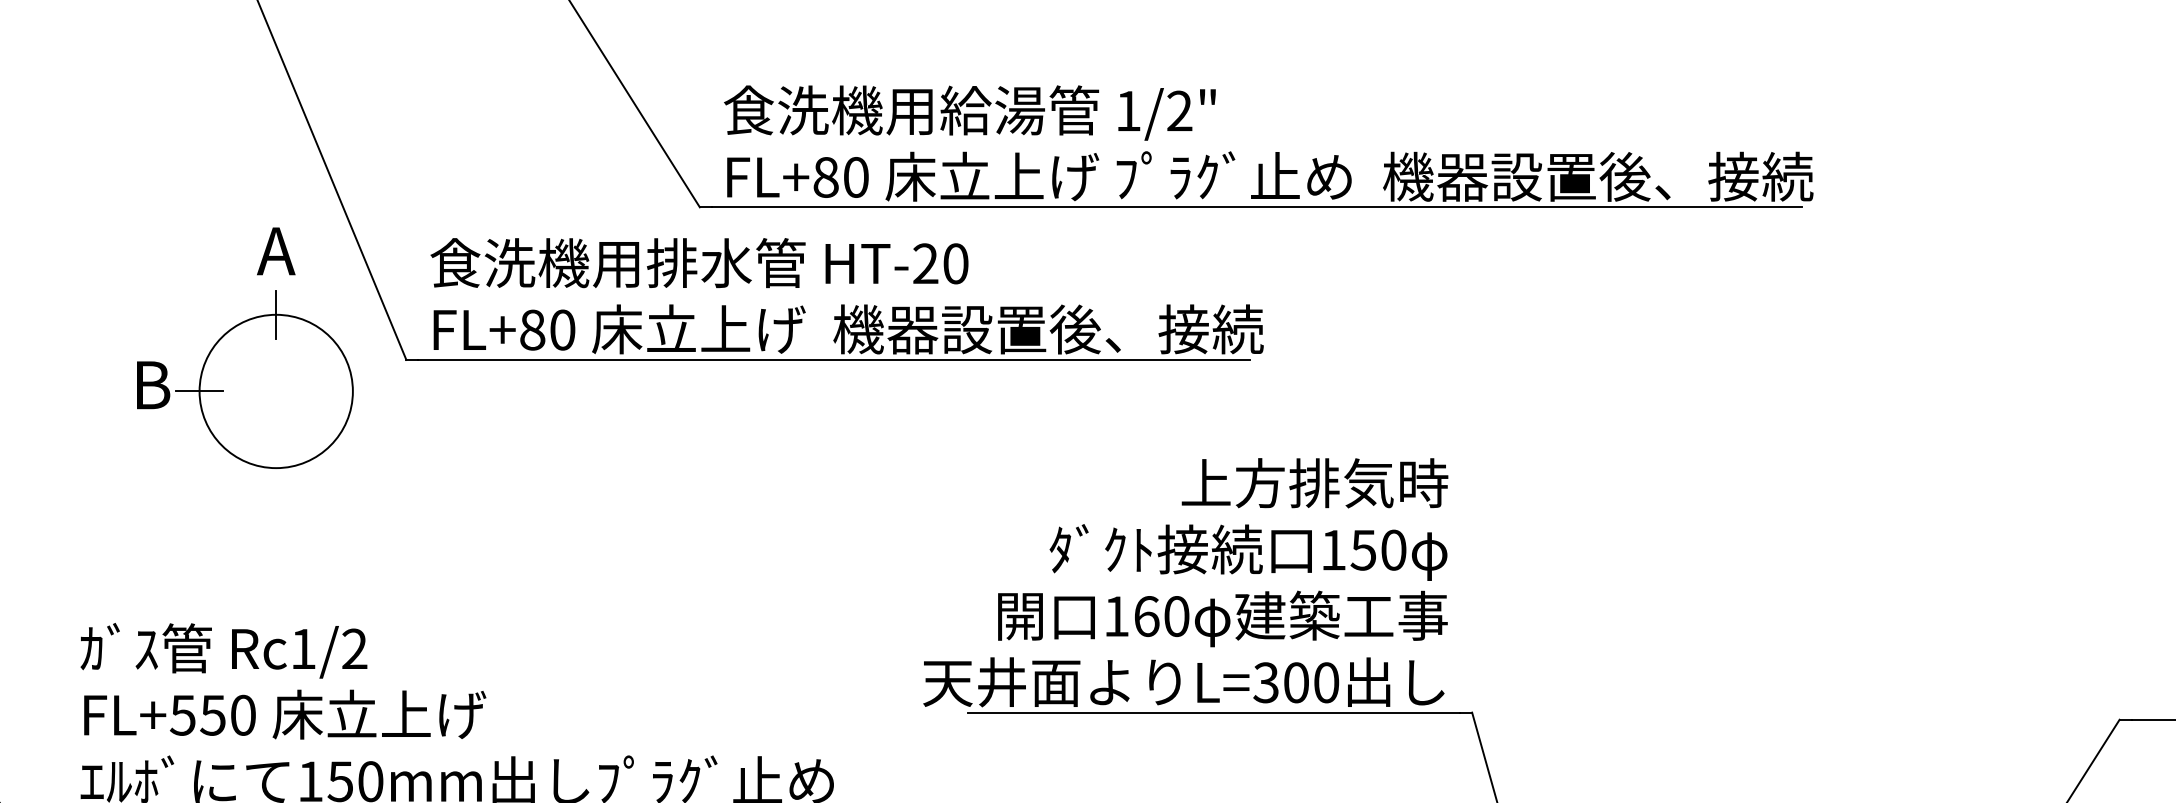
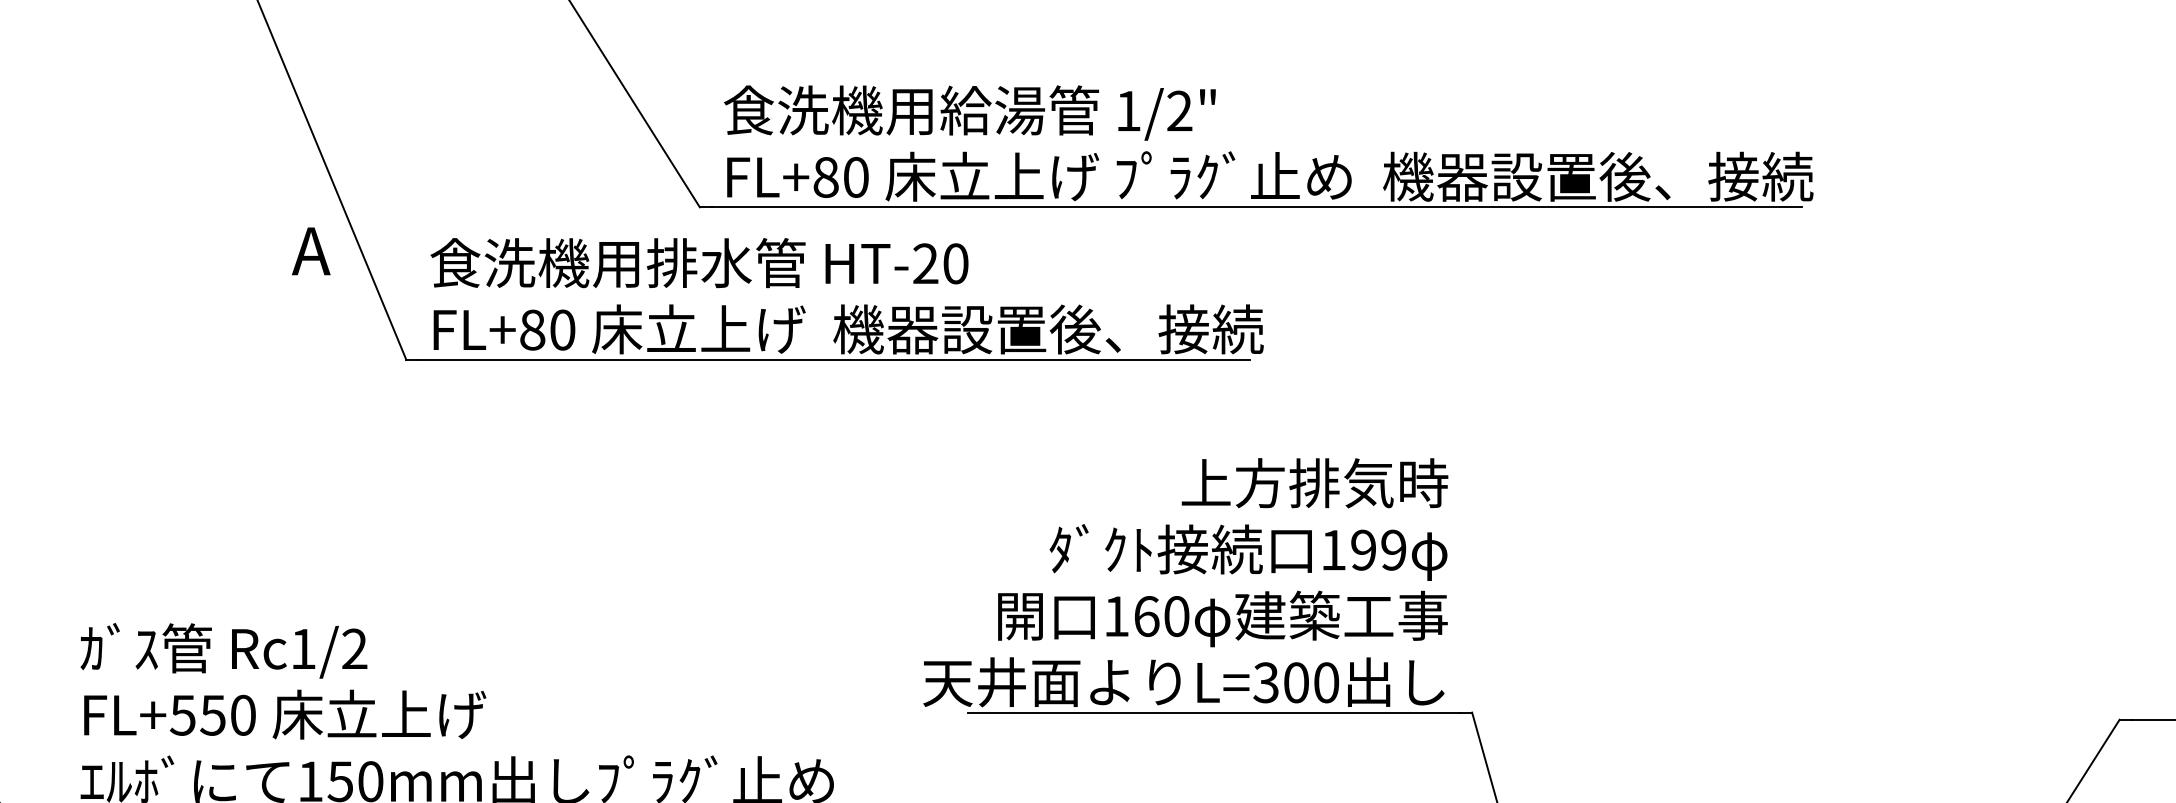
text at (276, 251) position: (276, 251) -> (311, 251)
part at (245, 379): present -> none
text at (1378, 549): 150 -> 199
